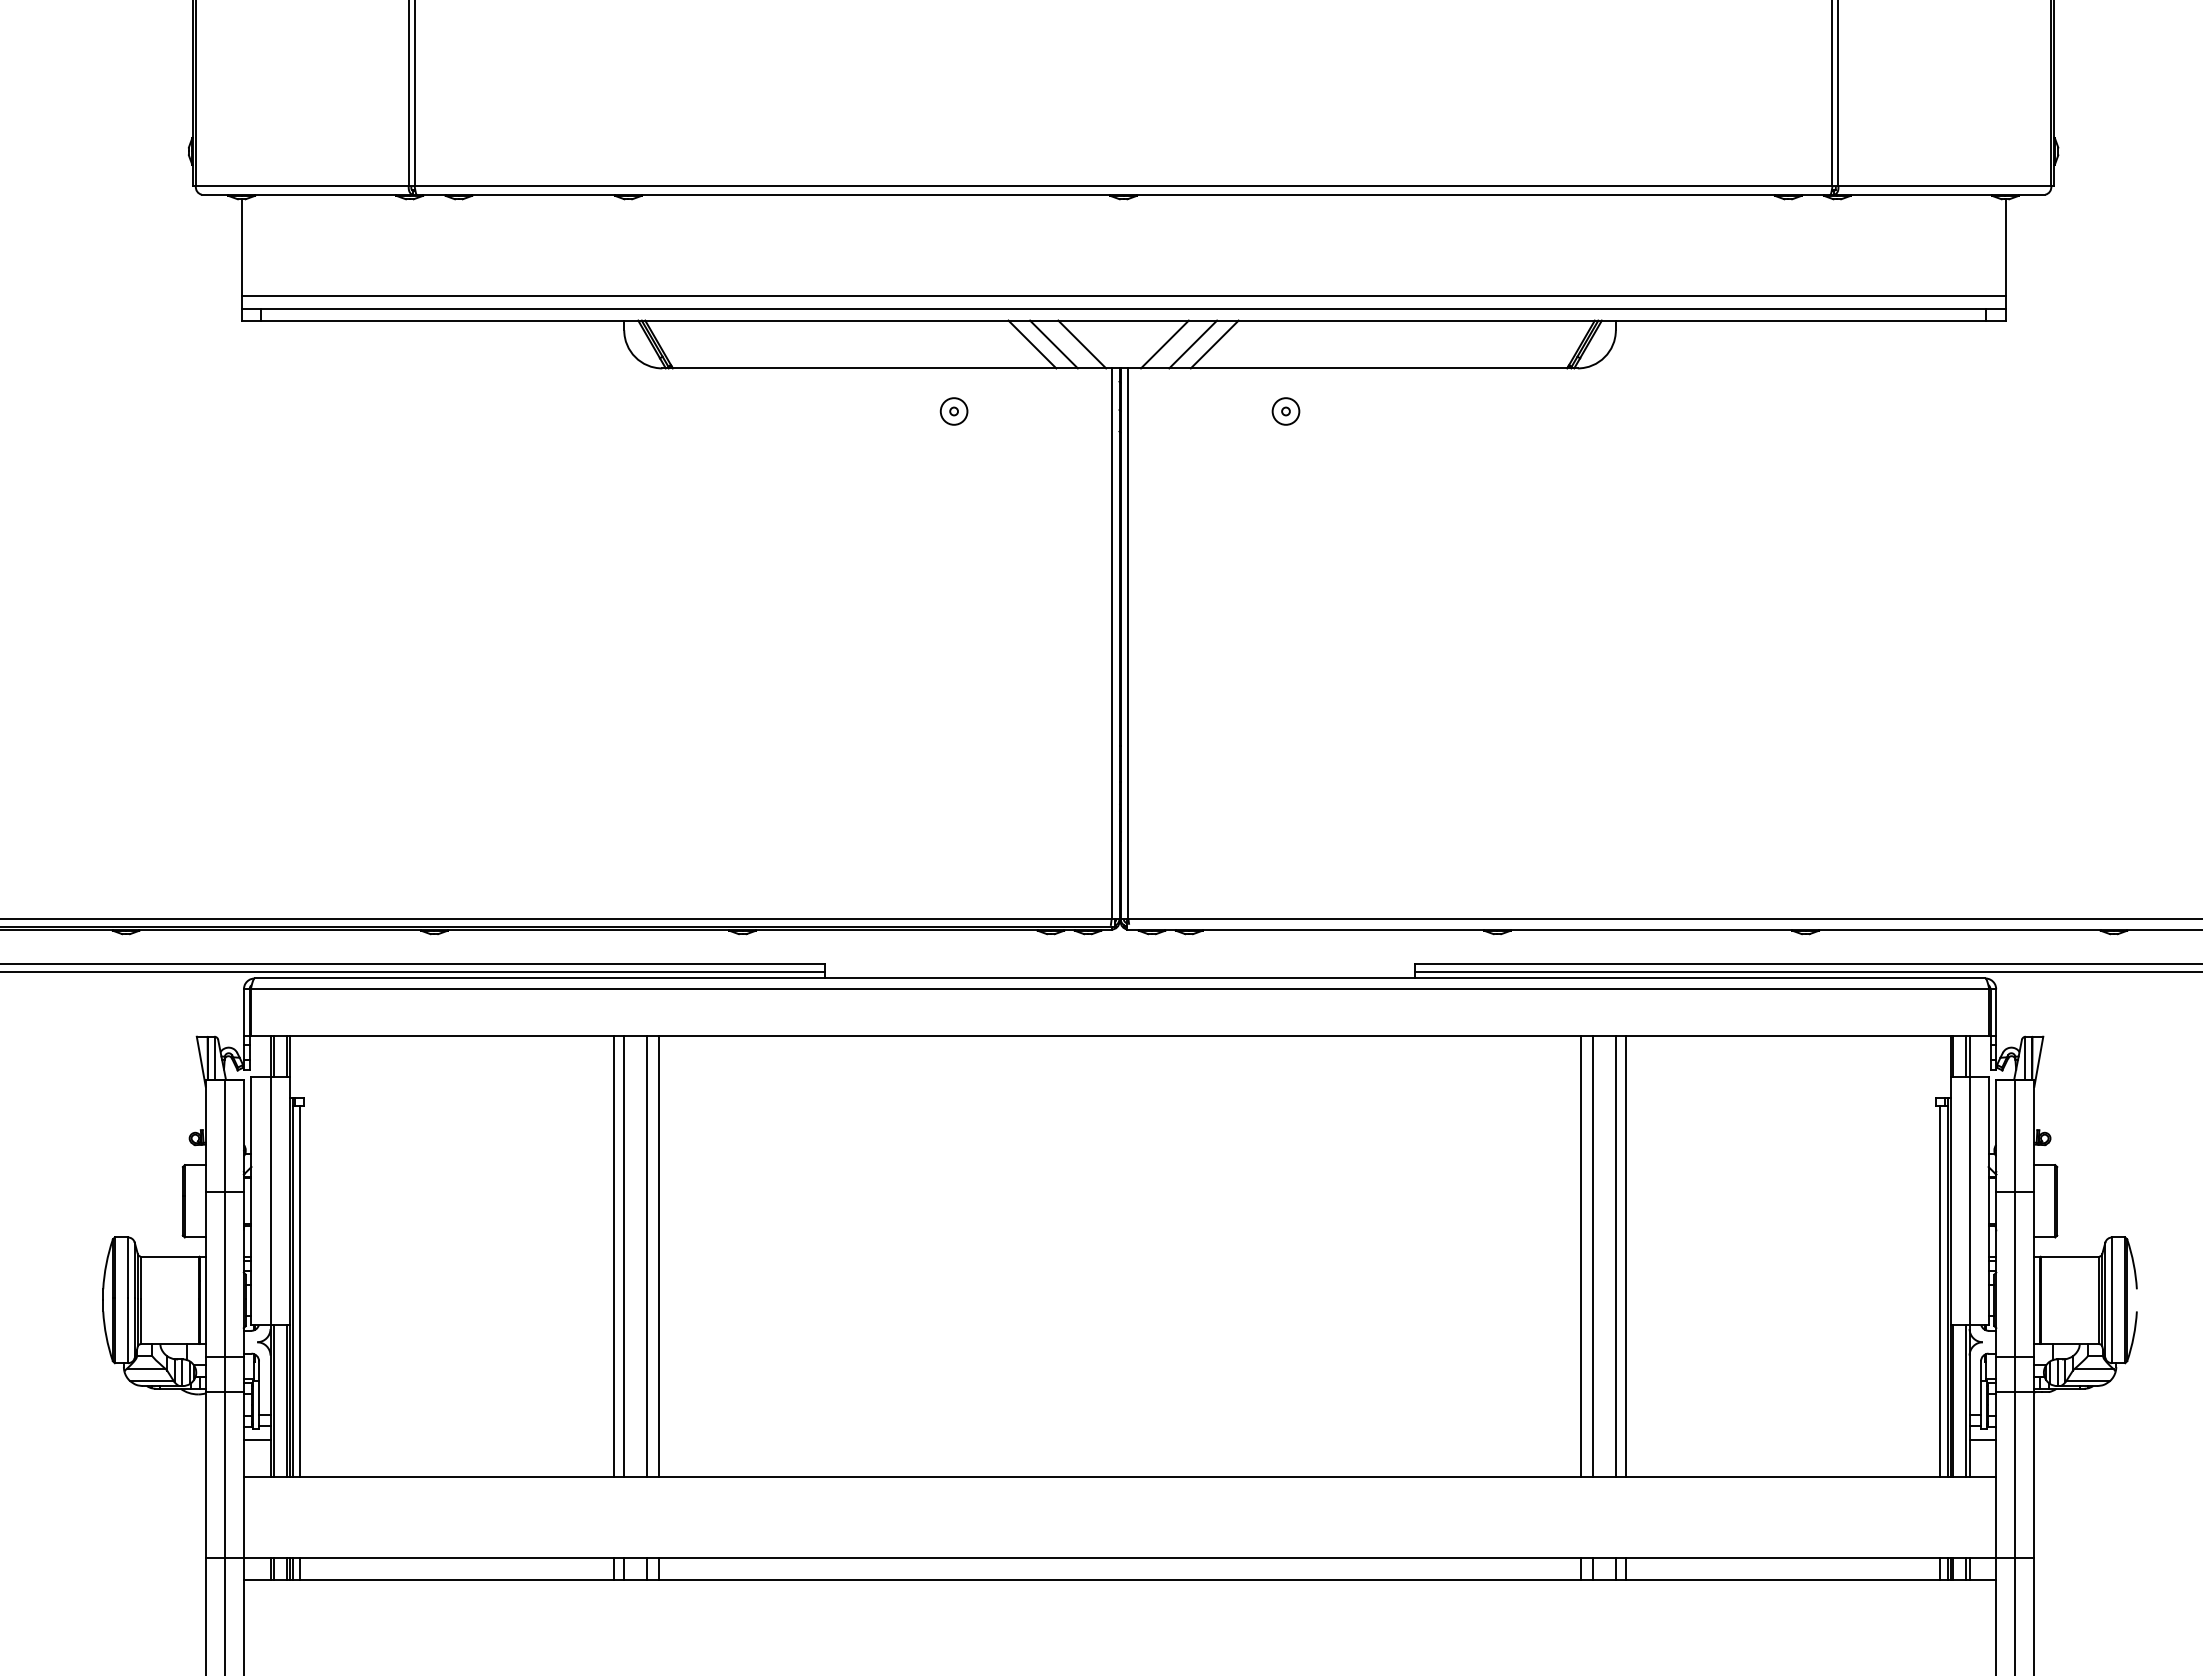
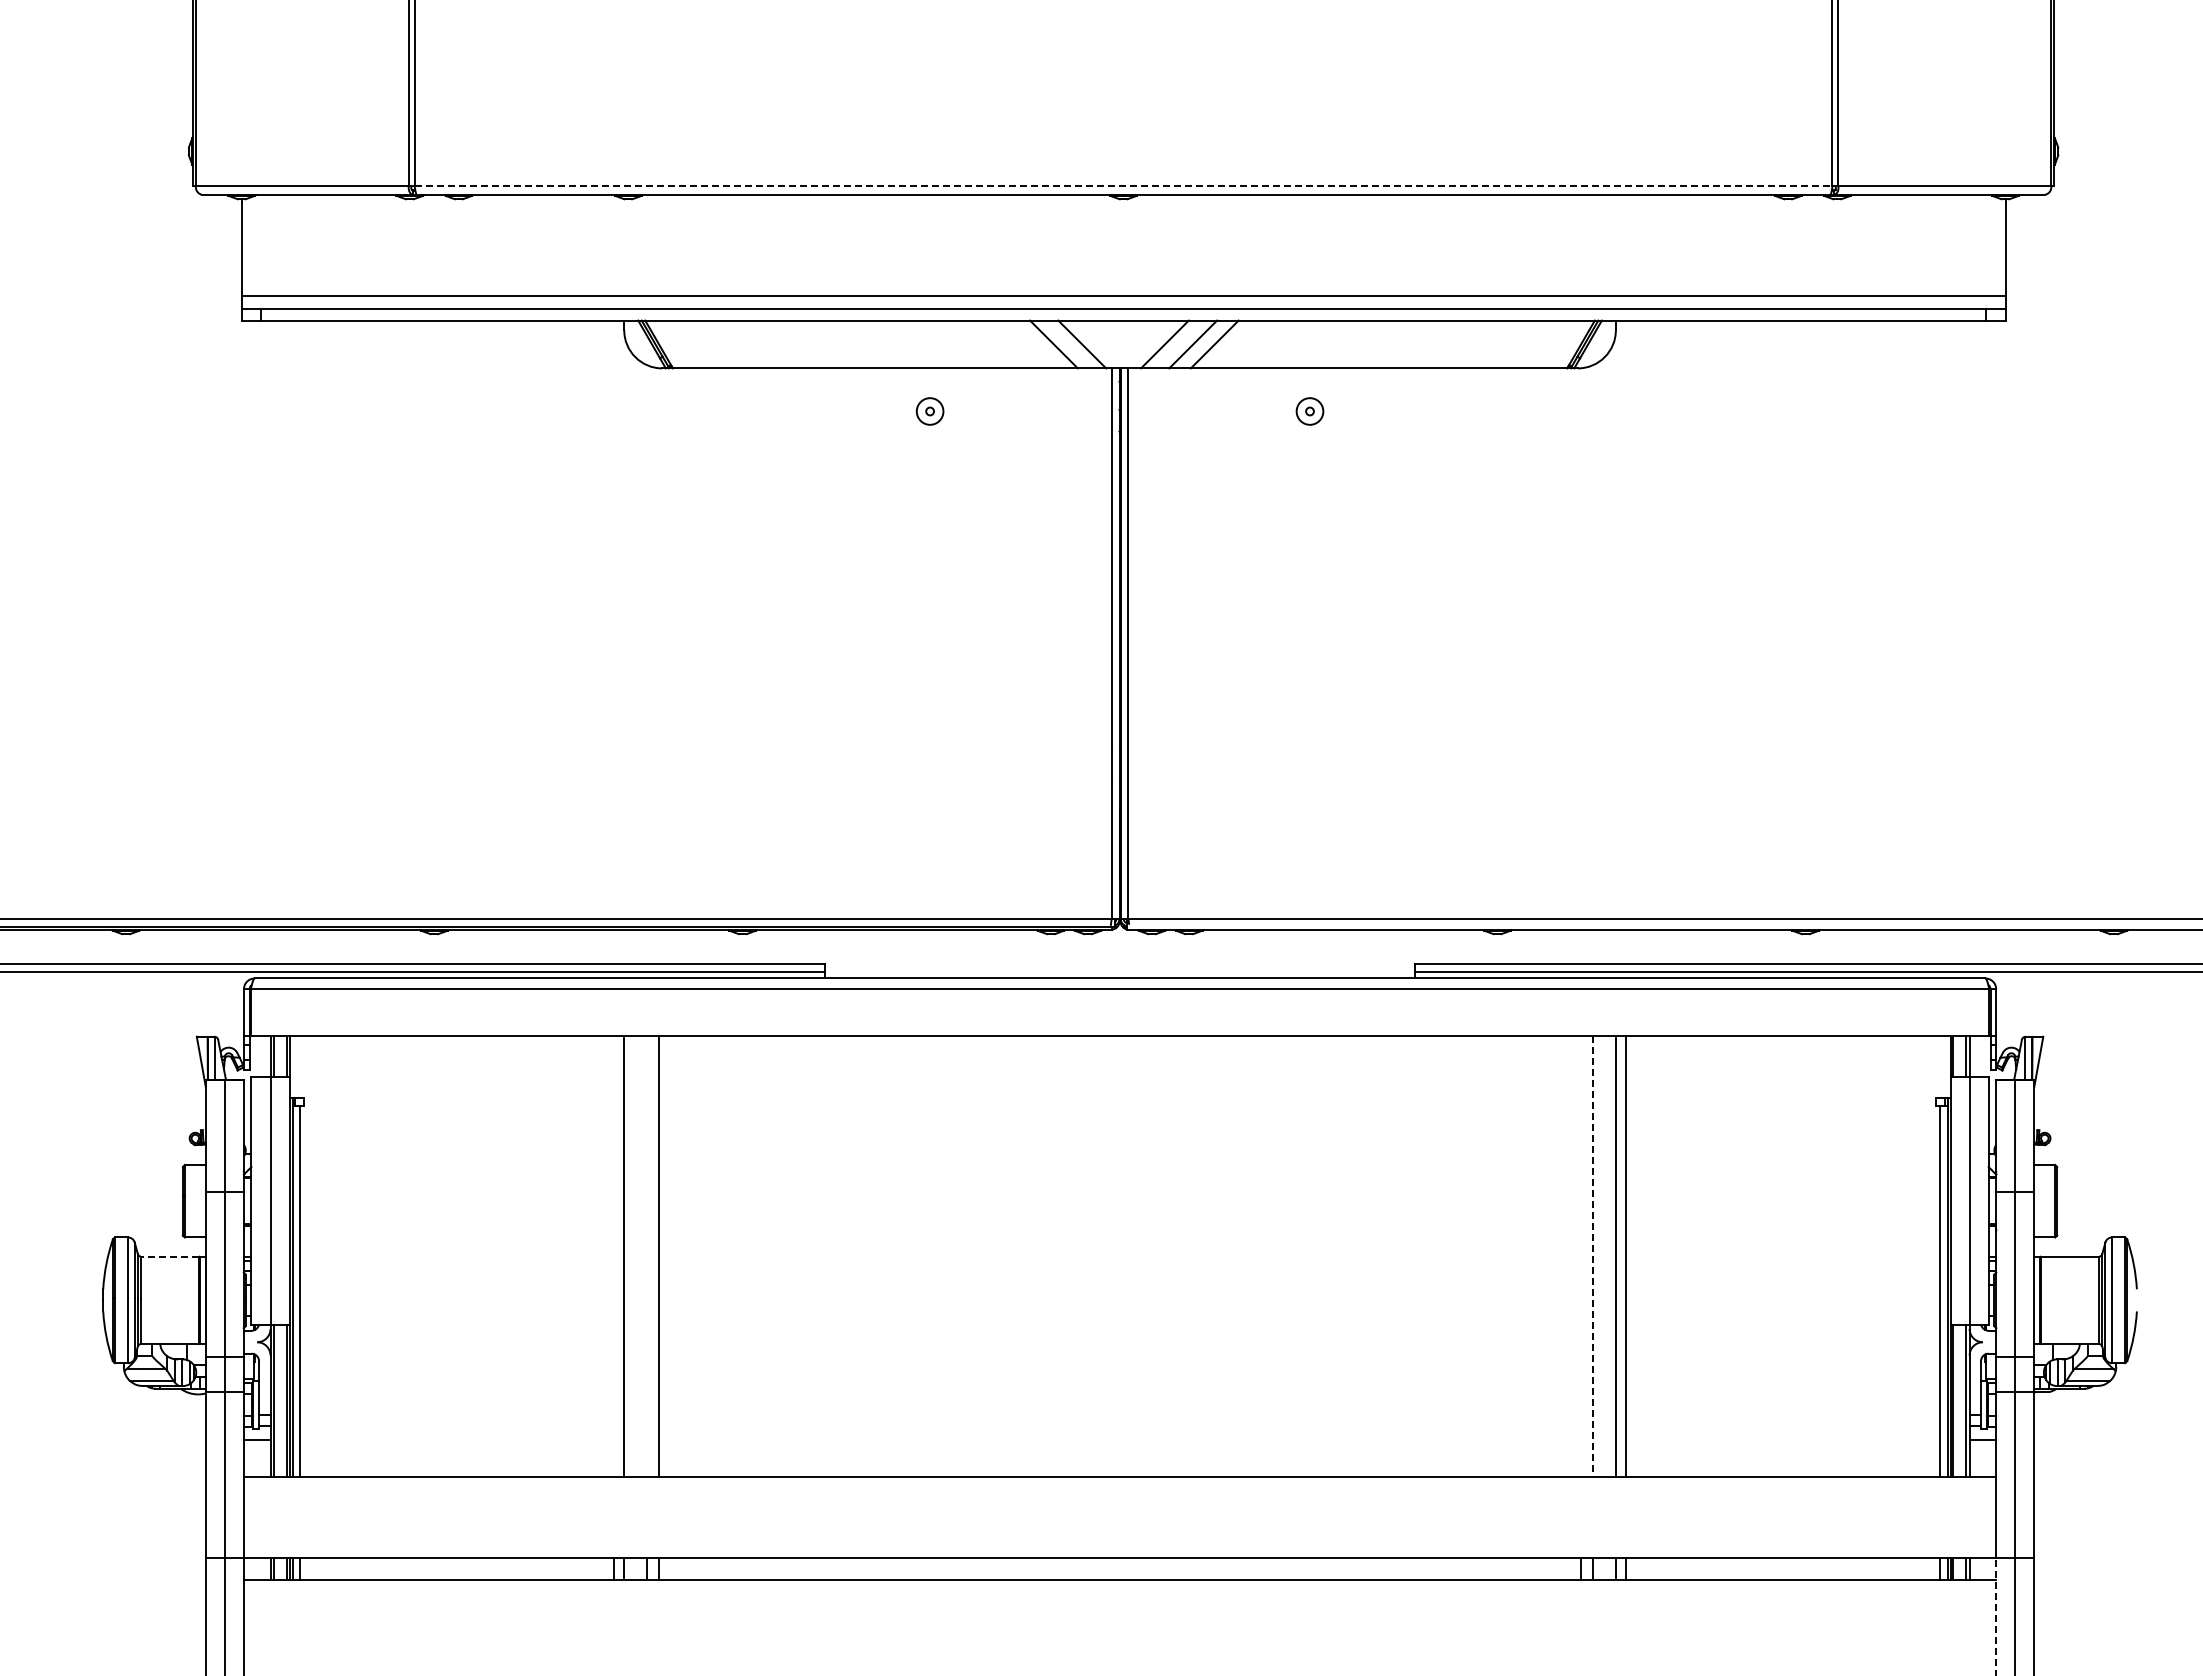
line at (1123, 186): solid -> dashed
line at (1032, 344): present -> none
part at (953, 411) position: (953, 411) -> (929, 411)
part at (1285, 411) position: (1285, 411) -> (1309, 411)
line at (614, 1255): present -> none
line at (647, 1255): present -> none
line at (1581, 1255): present -> none
line at (169, 1256): solid -> dashed
line at (1593, 1256): solid -> dashed
line at (1996, 1616): solid -> dashed
